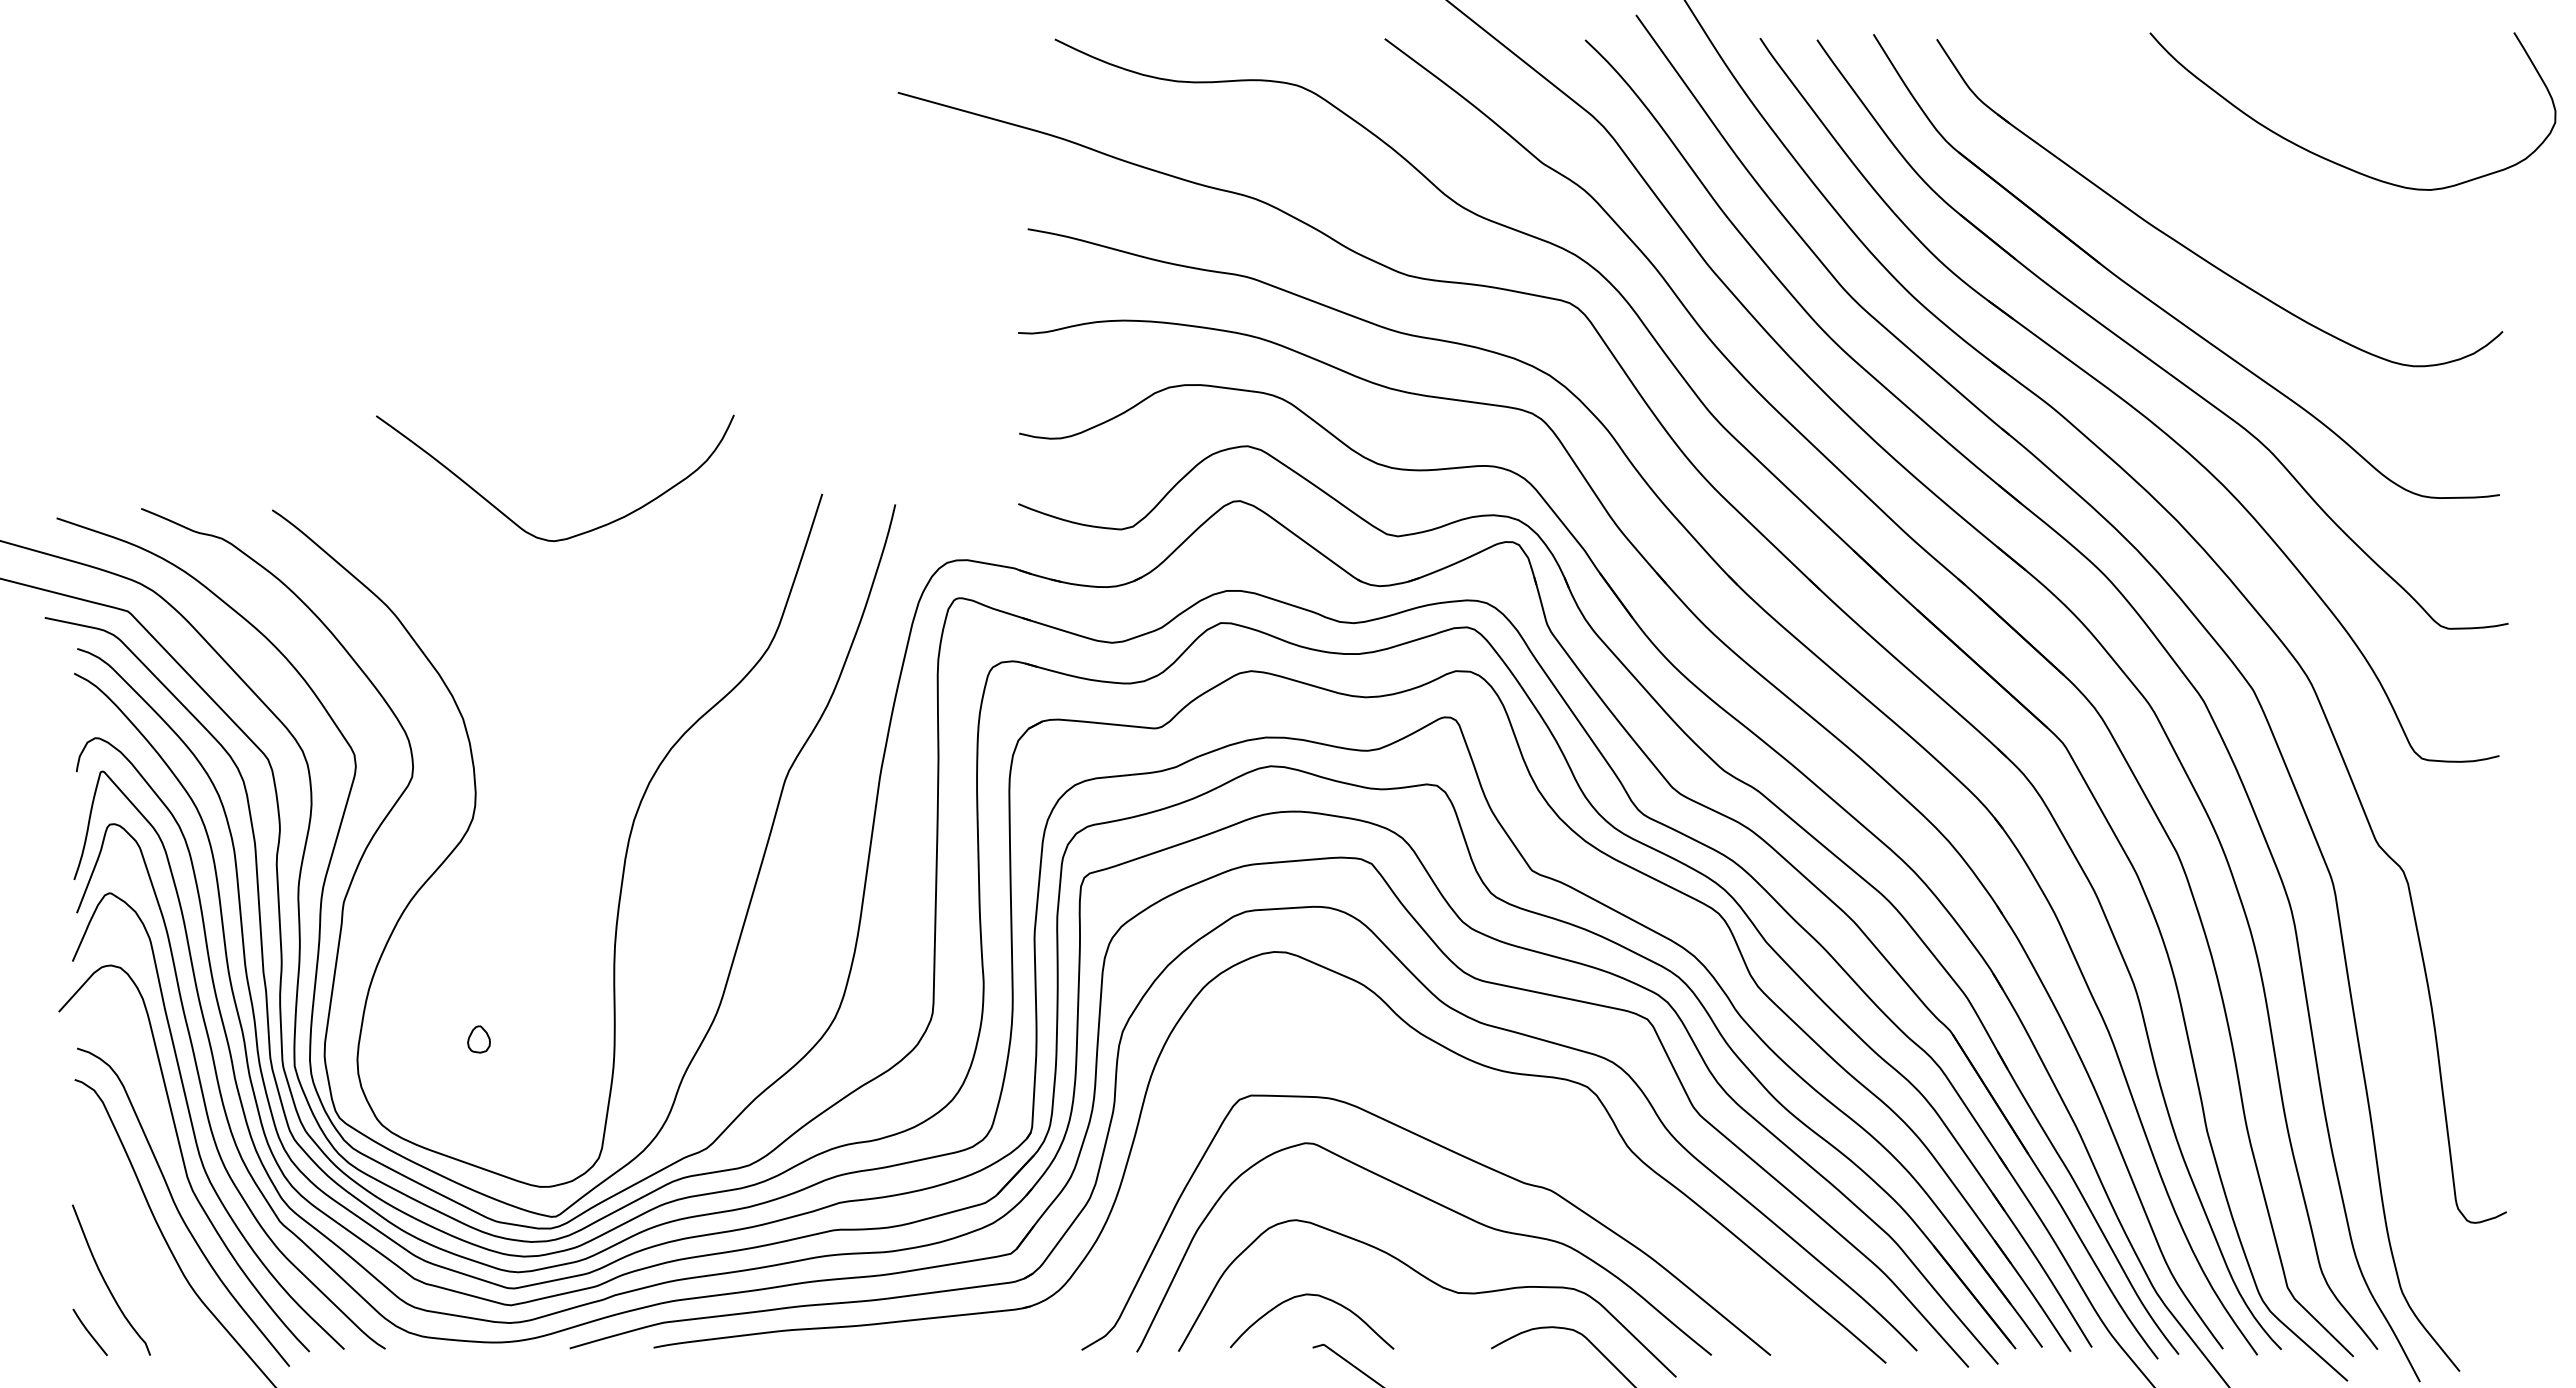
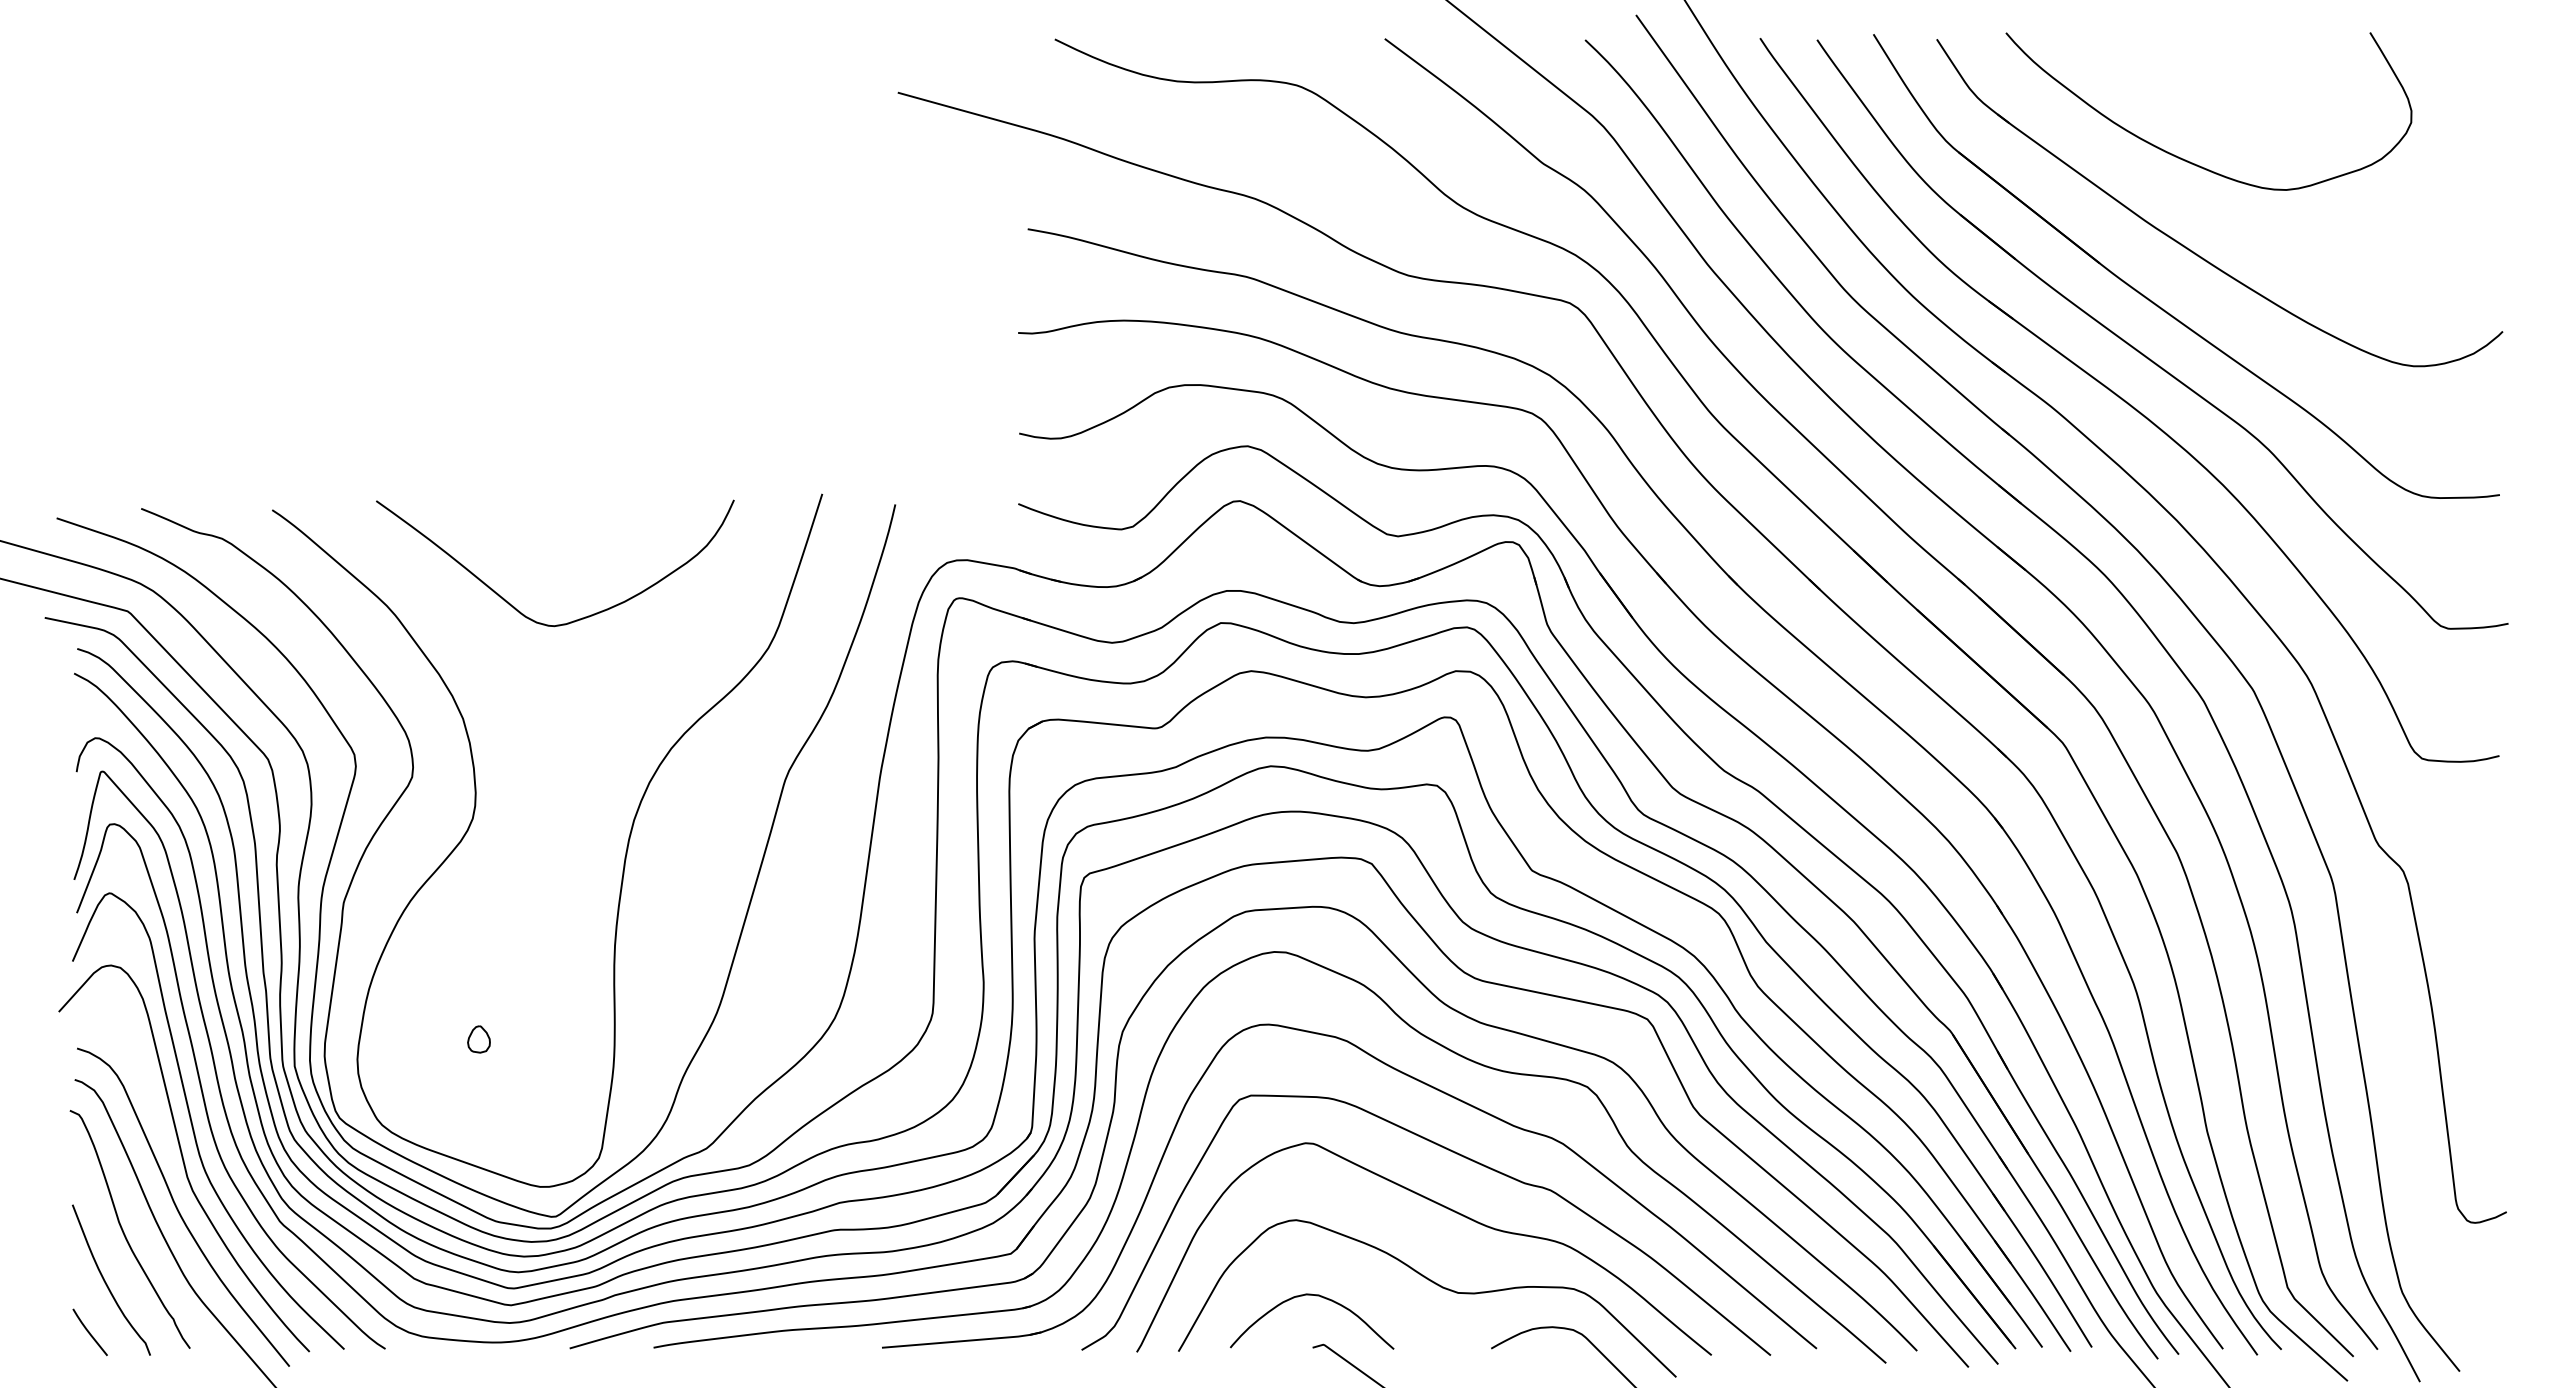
curve at (2332, 160) position: (2332, 160) -> (2188, 160)
curve at (519, 525) position: (519, 525) -> (519, 610)
part at (1405, 1075): none -> present
curve at (124, 1232): none -> present
